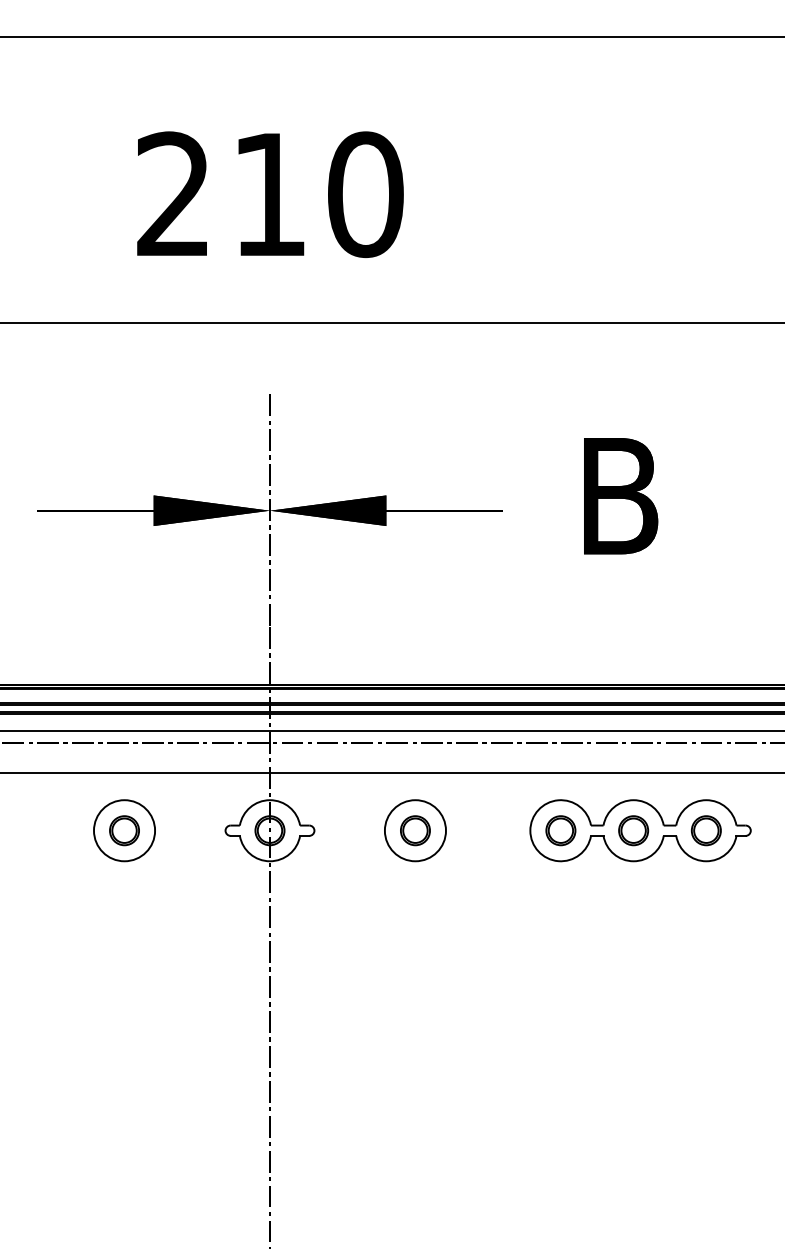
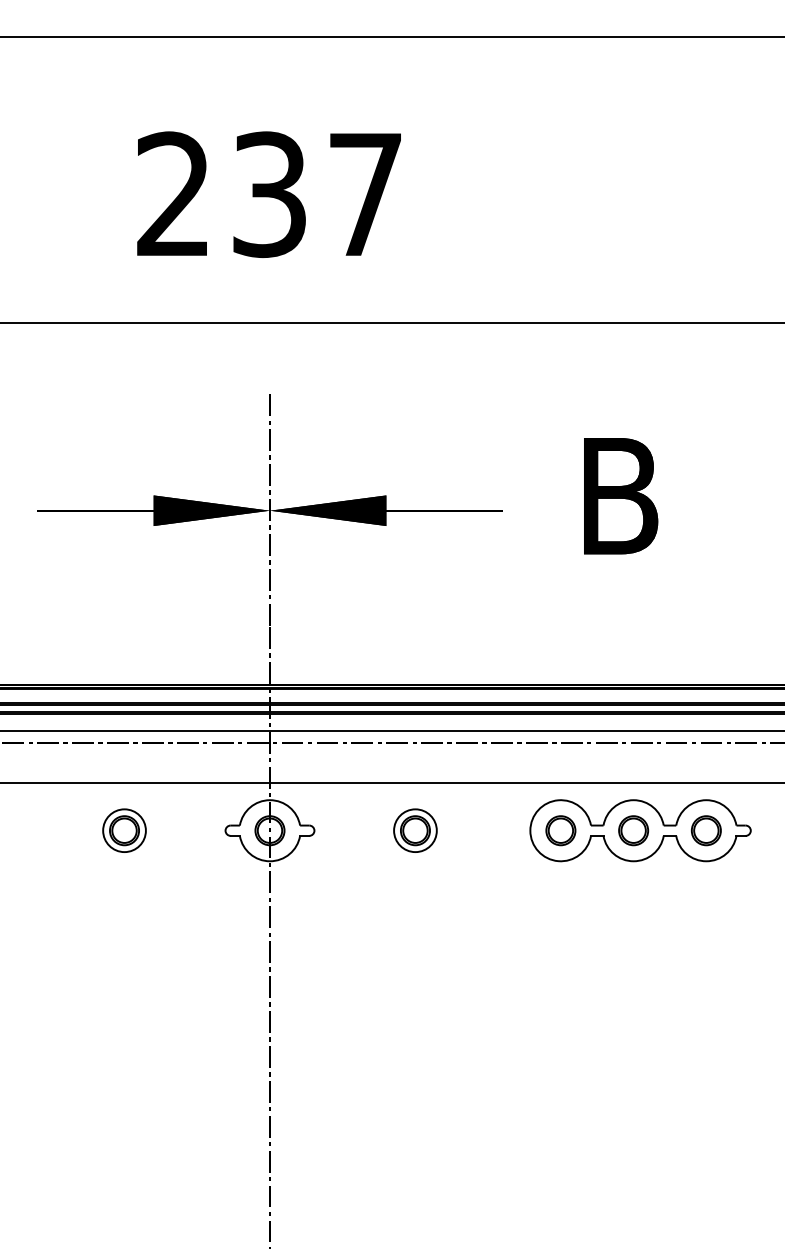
text at (318, 194): 210 -> 237
line at (391, 772) position: (391, 772) -> (391, 782)
circle at (124, 830) diameter: 61 px -> 43 px
circle at (415, 830) diameter: 61 px -> 43 px
